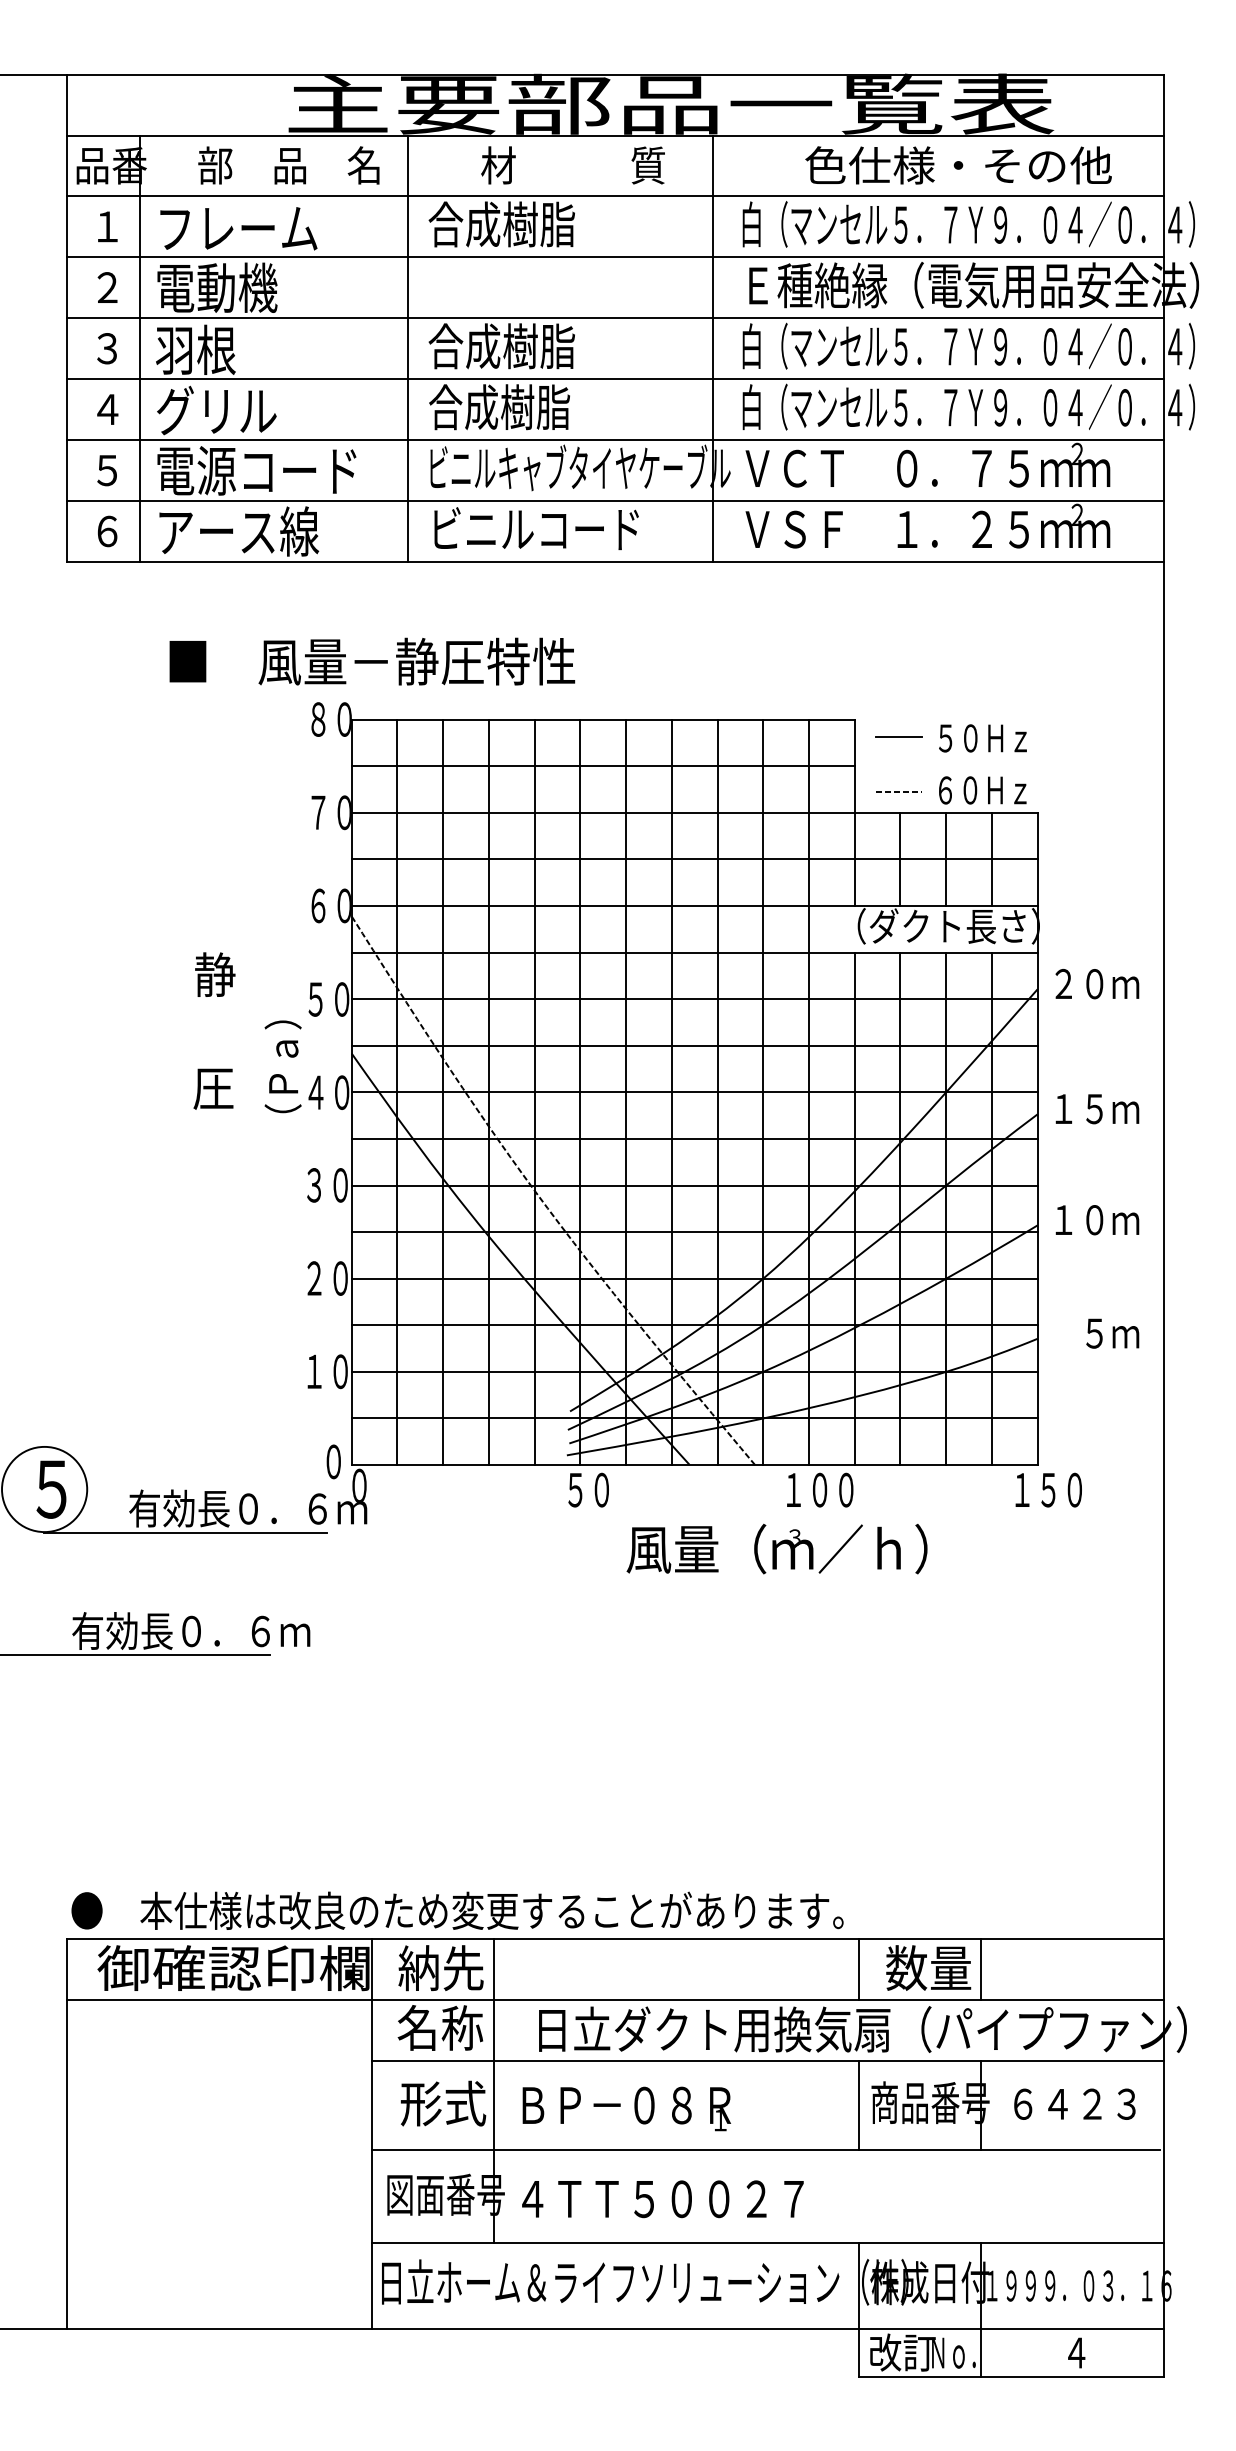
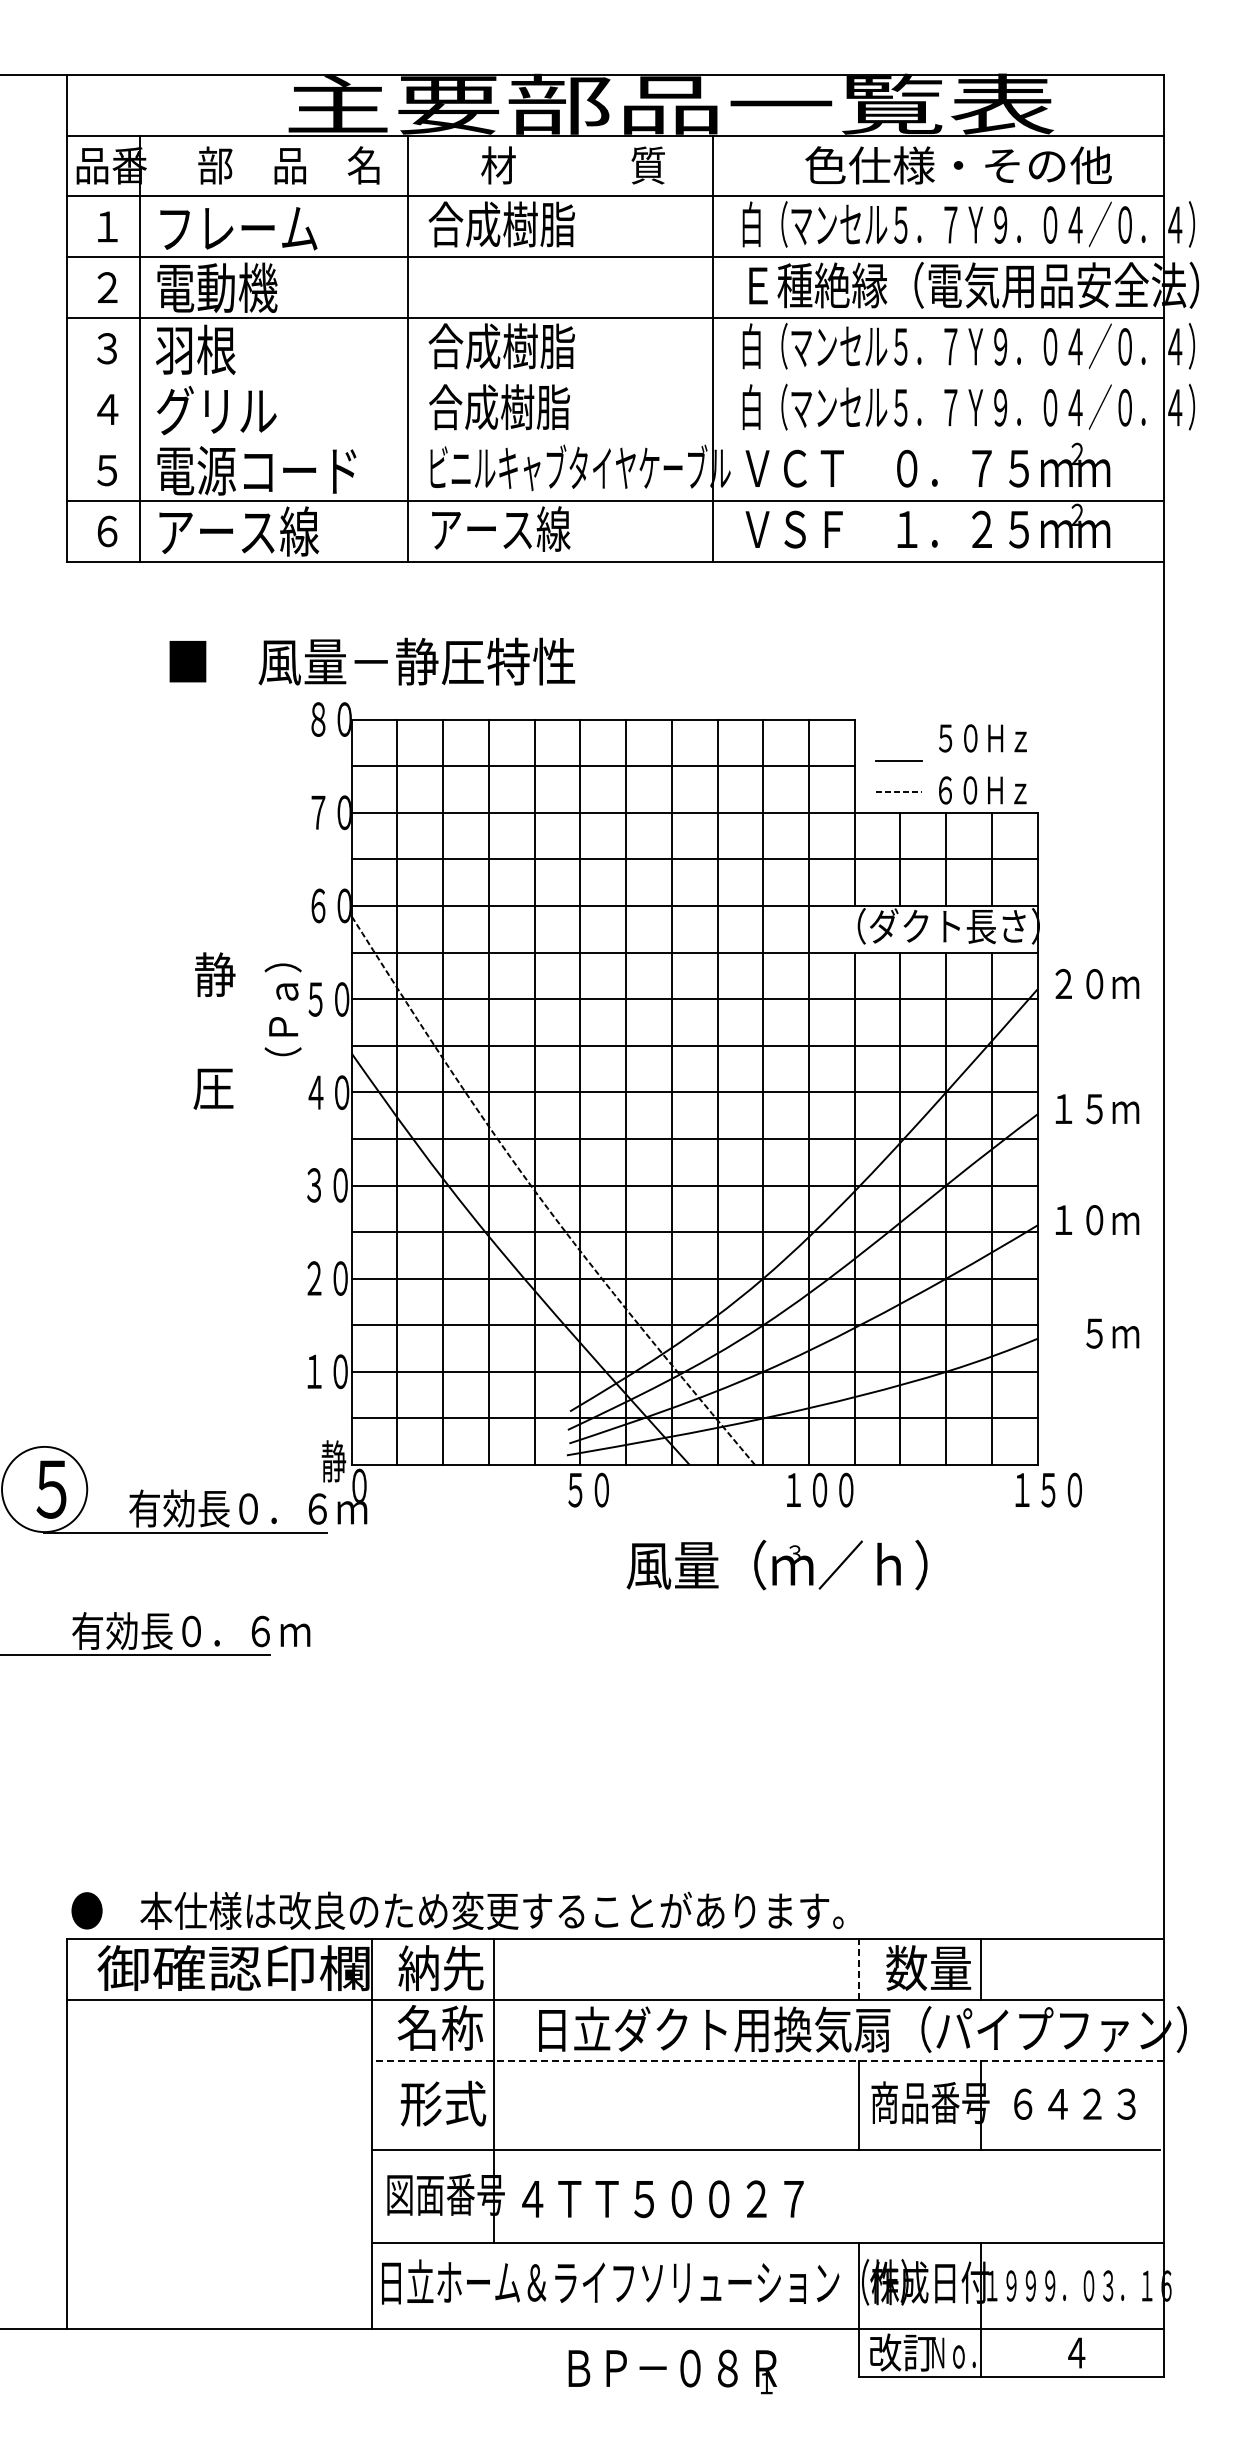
line at (615, 379): present -> none
line at (615, 440): present -> none
text at (535, 528): ビニルコード -> アース線
line at (898, 736) position: (898, 736) -> (898, 760)
text at (282, 1066) position: (282, 1066) -> (282, 1009)
text at (333, 1461): ０ -> 静
text at (776, 1548) position: (776, 1548) -> (776, 1564)
line at (859, 1968): solid -> dashed
line at (767, 2060): solid -> dashed
text at (626, 2108) position: (626, 2108) -> (672, 2371)
